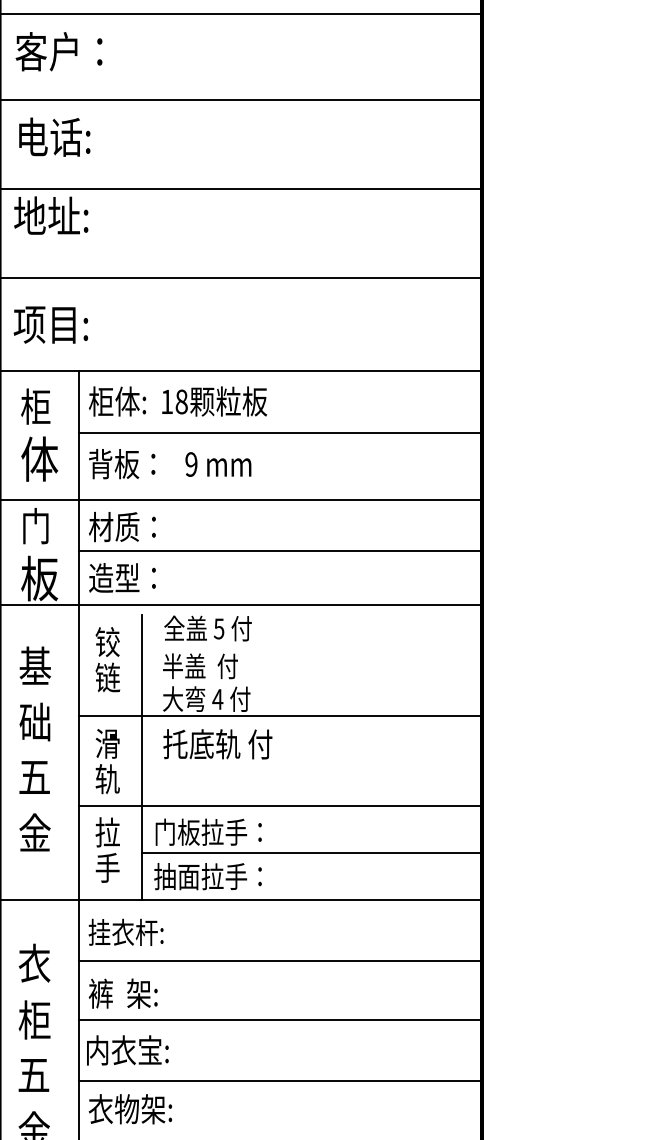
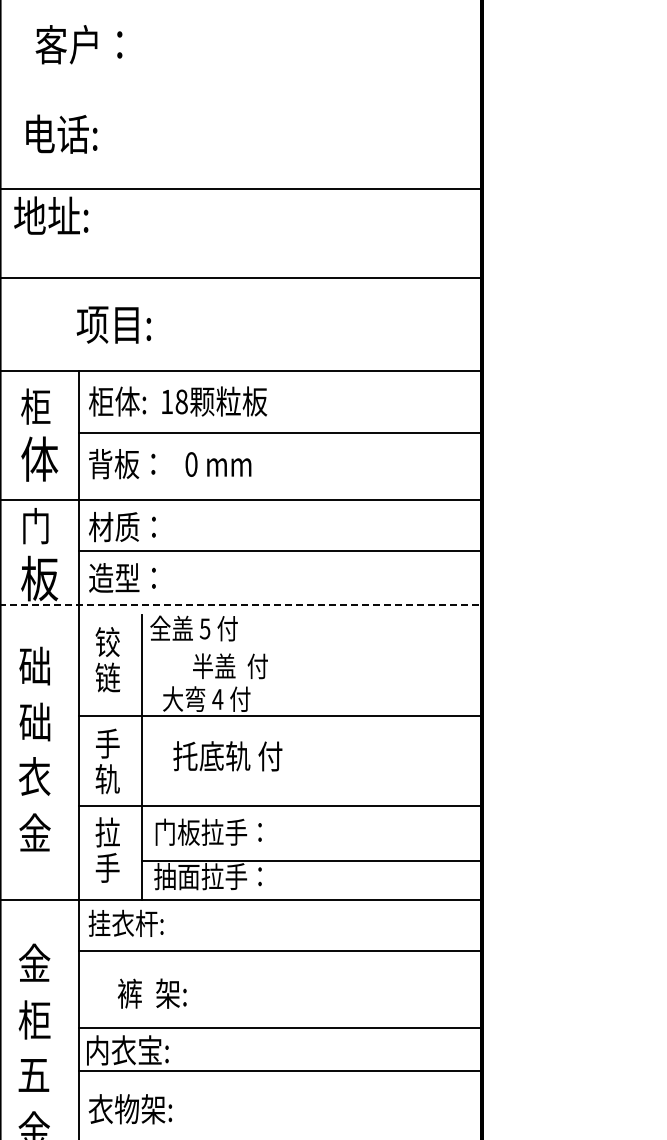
line at (241, 13): present -> none
text at (58, 51) position: (58, 51) -> (78, 44)
line at (241, 100): present -> none
text at (54, 136) position: (54, 136) -> (61, 133)
text at (50, 324) position: (50, 324) -> (113, 324)
text at (191, 464): 9 -> 0
line at (241, 605): solid -> dashed
text at (207, 628) position: (207, 628) -> (193, 628)
text at (35, 665): 基 -> 础
text at (200, 666) position: (200, 666) -> (230, 666)
text at (107, 743): 滑 -> 手
text at (217, 744) position: (217, 744) -> (227, 756)
text at (34, 776): 五 -> 衣
line at (311, 853) position: (311, 853) -> (311, 861)
text at (125, 931) position: (125, 931) -> (125, 922)
line at (279, 961) position: (279, 961) -> (279, 951)
text at (34, 962): 衣 -> 金
text at (122, 993) position: (122, 993) -> (151, 993)
line at (279, 1019) position: (279, 1019) -> (279, 1027)
line at (279, 1081) position: (279, 1081) -> (279, 1071)
